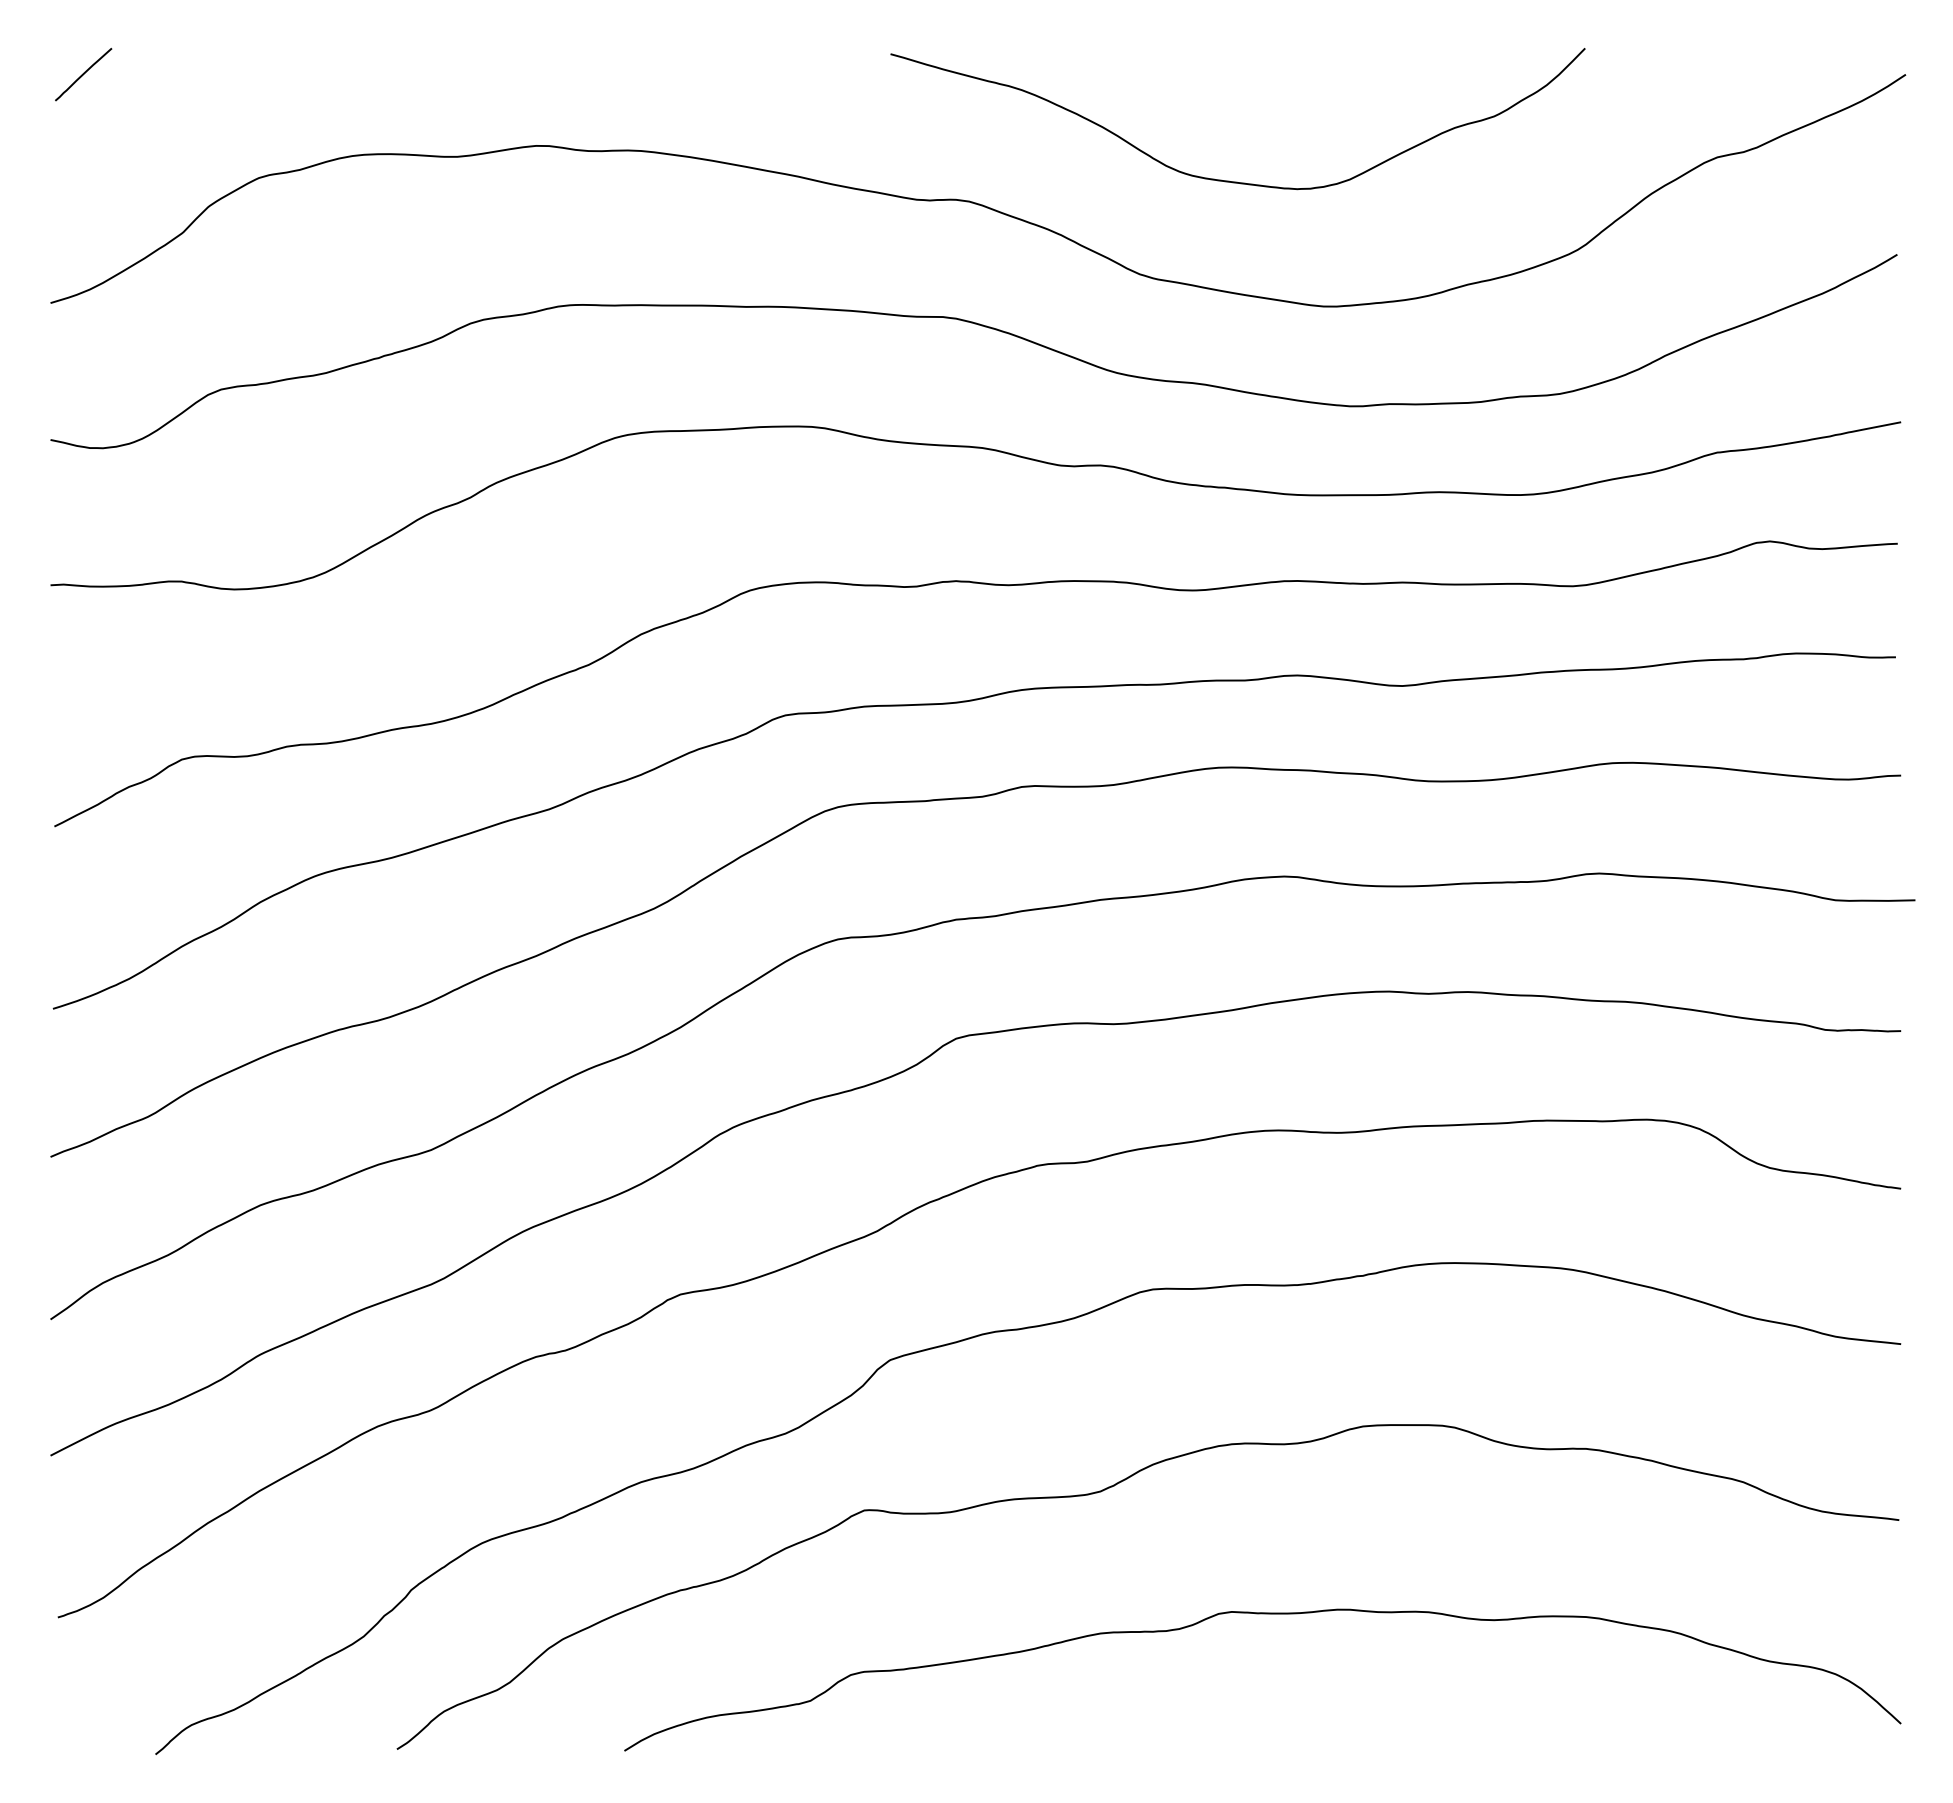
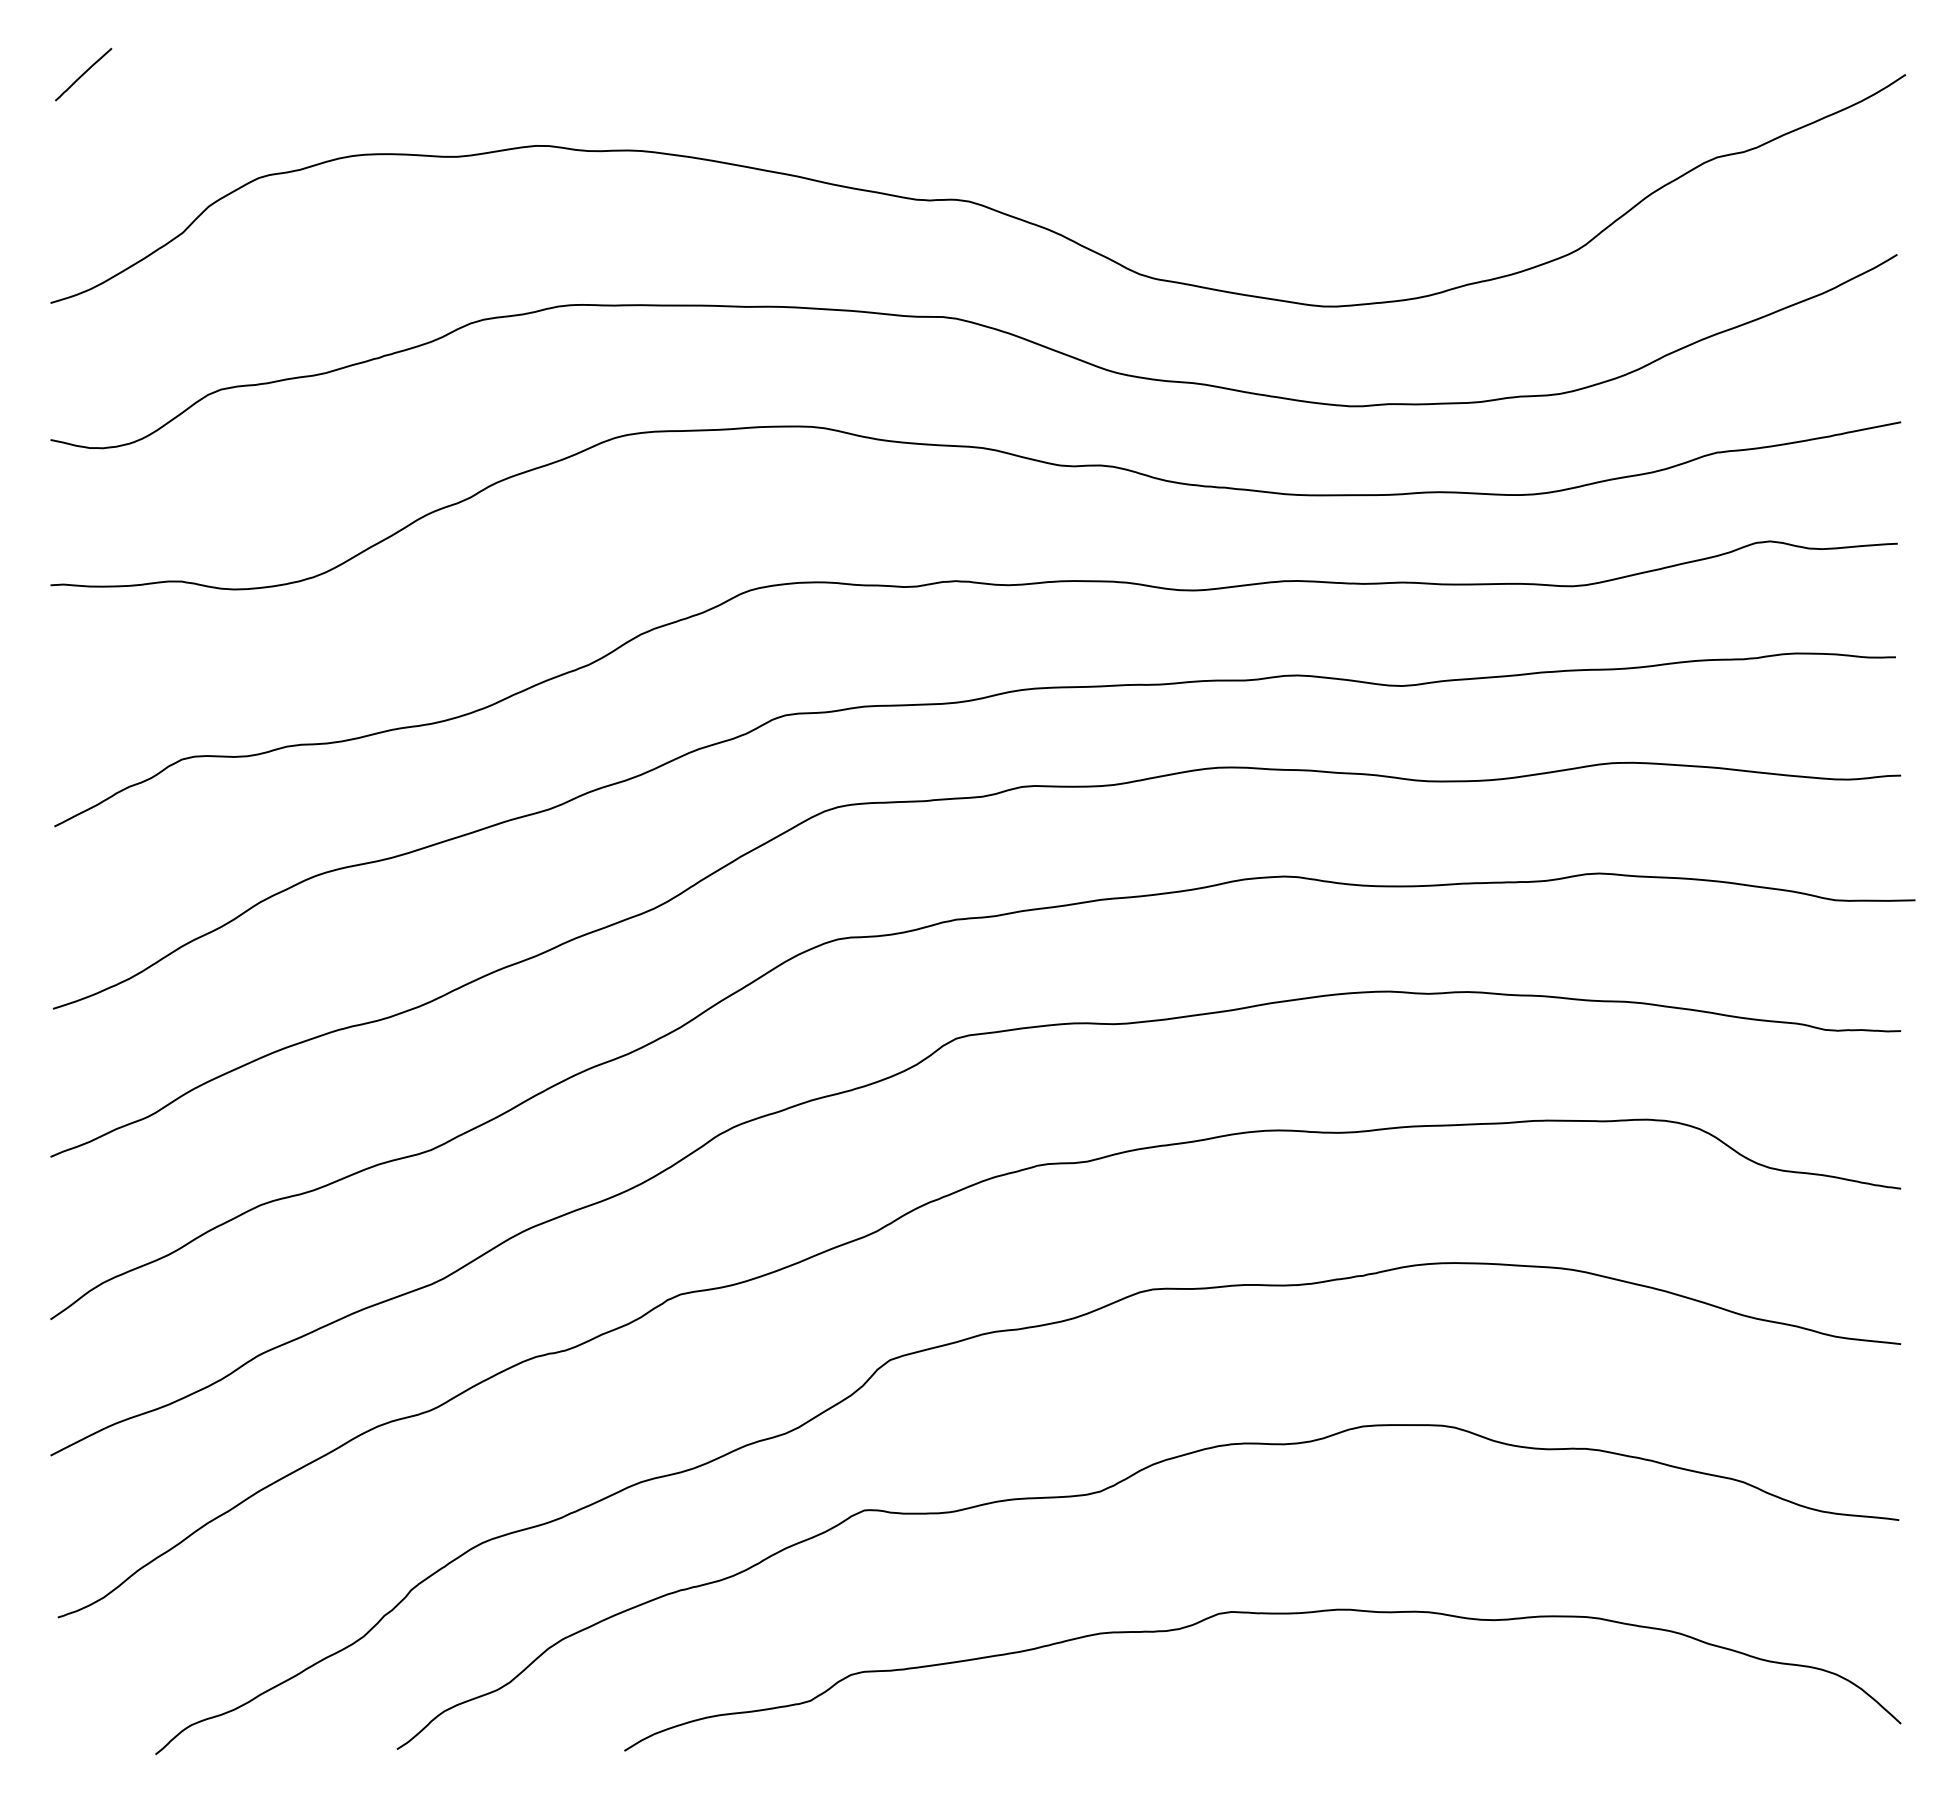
curve at (1229, 180): present -> none
